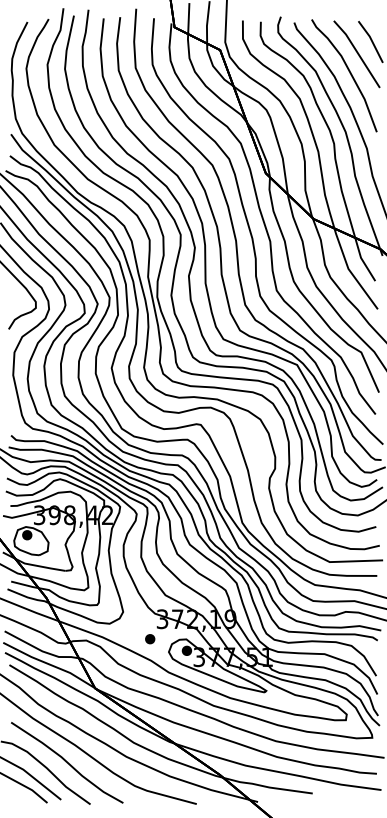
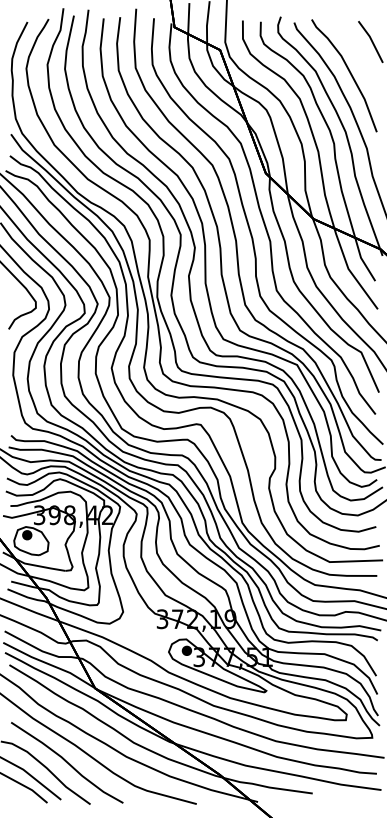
line at (357, 54): present -> none
part at (150, 639): present -> none
